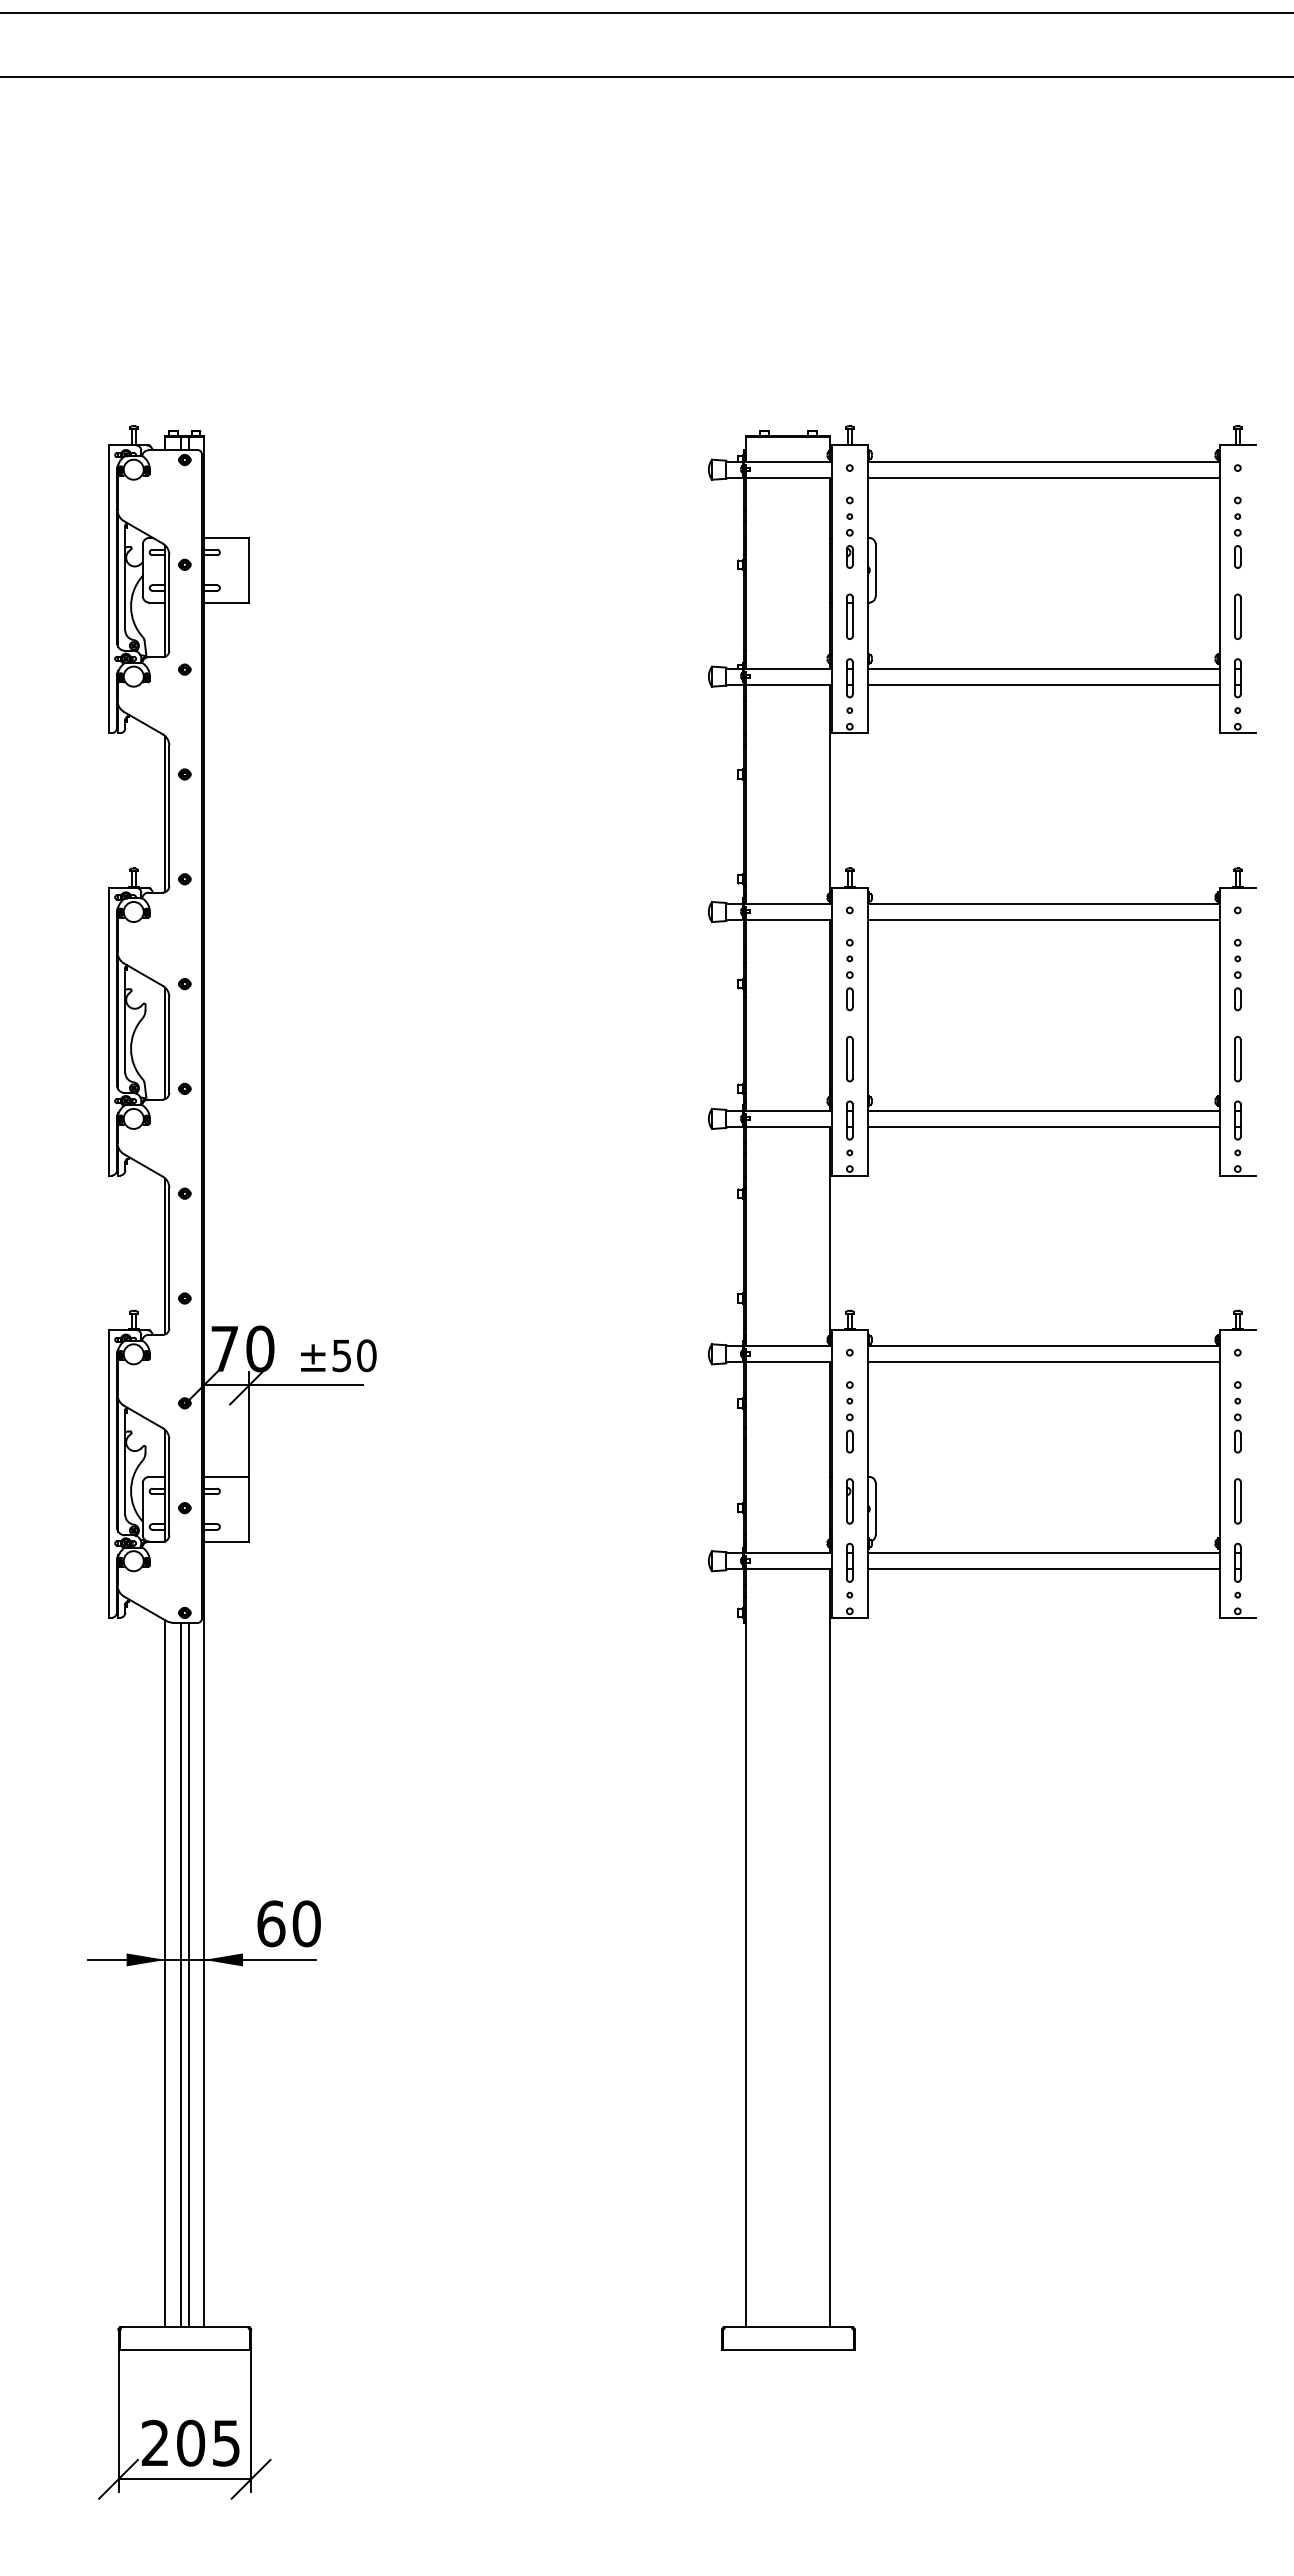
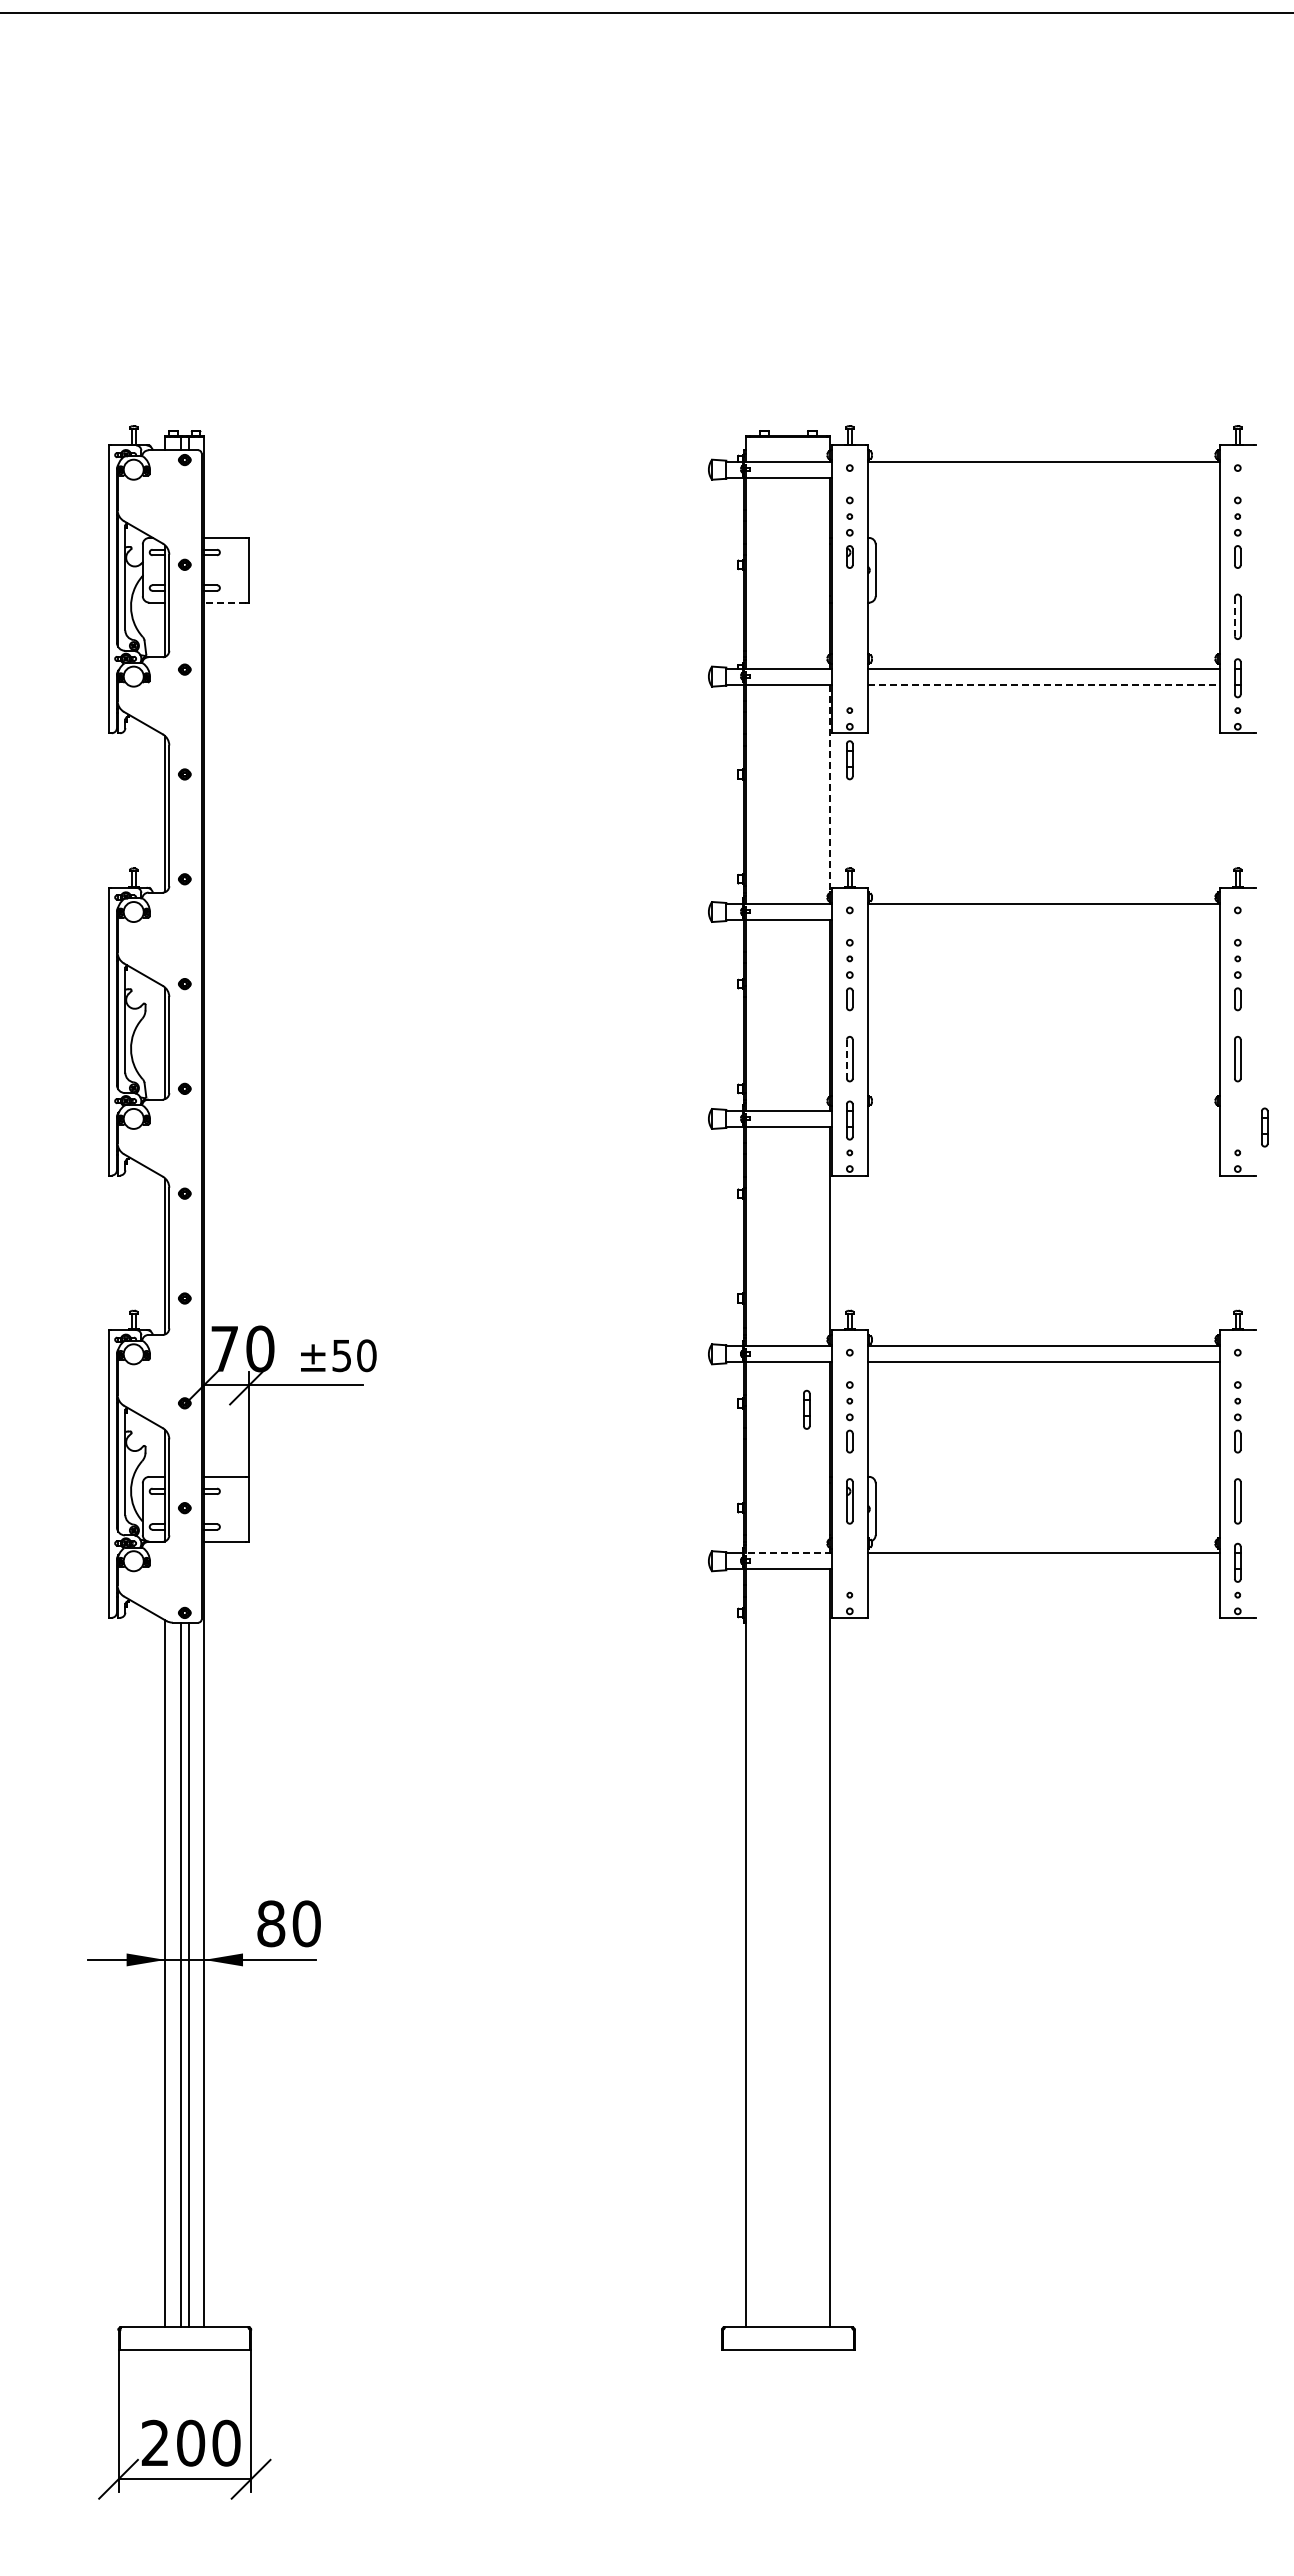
line at (646, 77): present -> none
line at (1043, 477): present -> none
line at (225, 602): solid -> dashed
part at (849, 616): present -> none
line at (1234, 617): solid -> dashed
part at (849, 678) position: (849, 678) -> (849, 760)
line at (1043, 684): solid -> dashed
line at (830, 788): solid -> dashed
line at (1043, 920): present -> none
line at (846, 1059): solid -> dashed
line at (1043, 1110): present -> none
part at (1237, 1120) position: (1237, 1120) -> (1264, 1127)
line at (1043, 1127): present -> none
line at (788, 1553): solid -> dashed
part at (849, 1562) position: (849, 1562) -> (806, 1409)
line at (1043, 1569): present -> none
text at (271, 1923): 60 -> 80
text at (226, 2442): 205 -> 200
